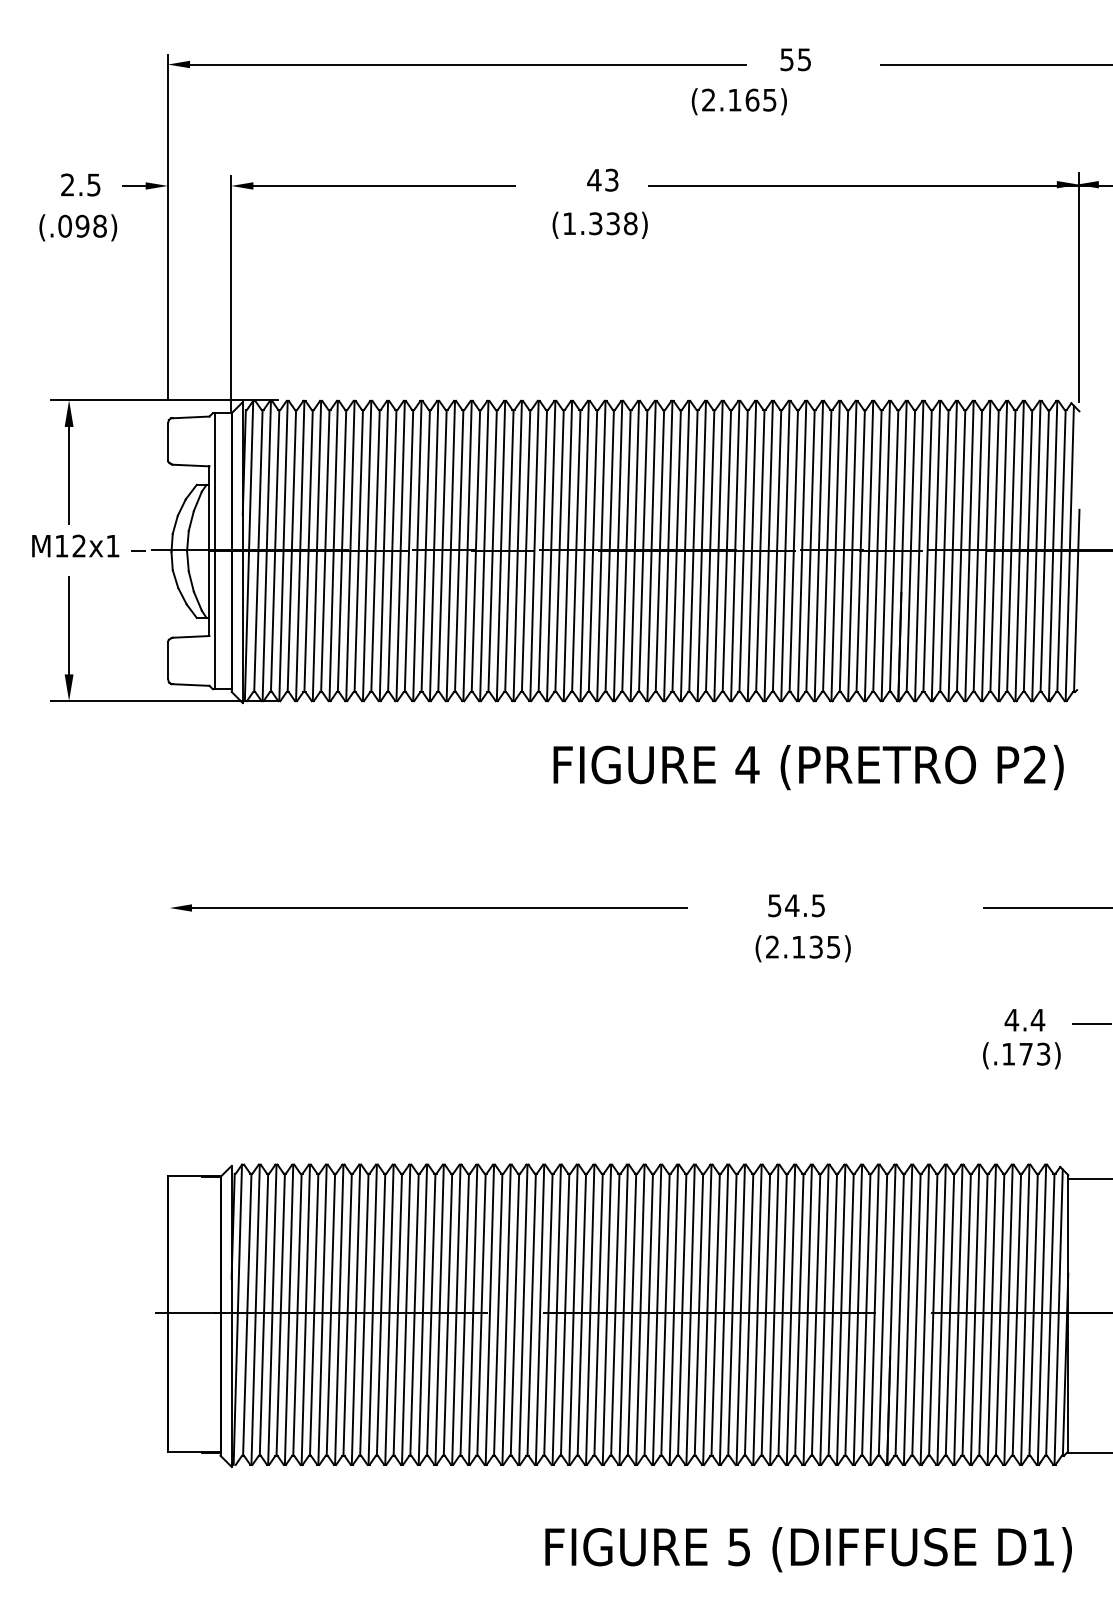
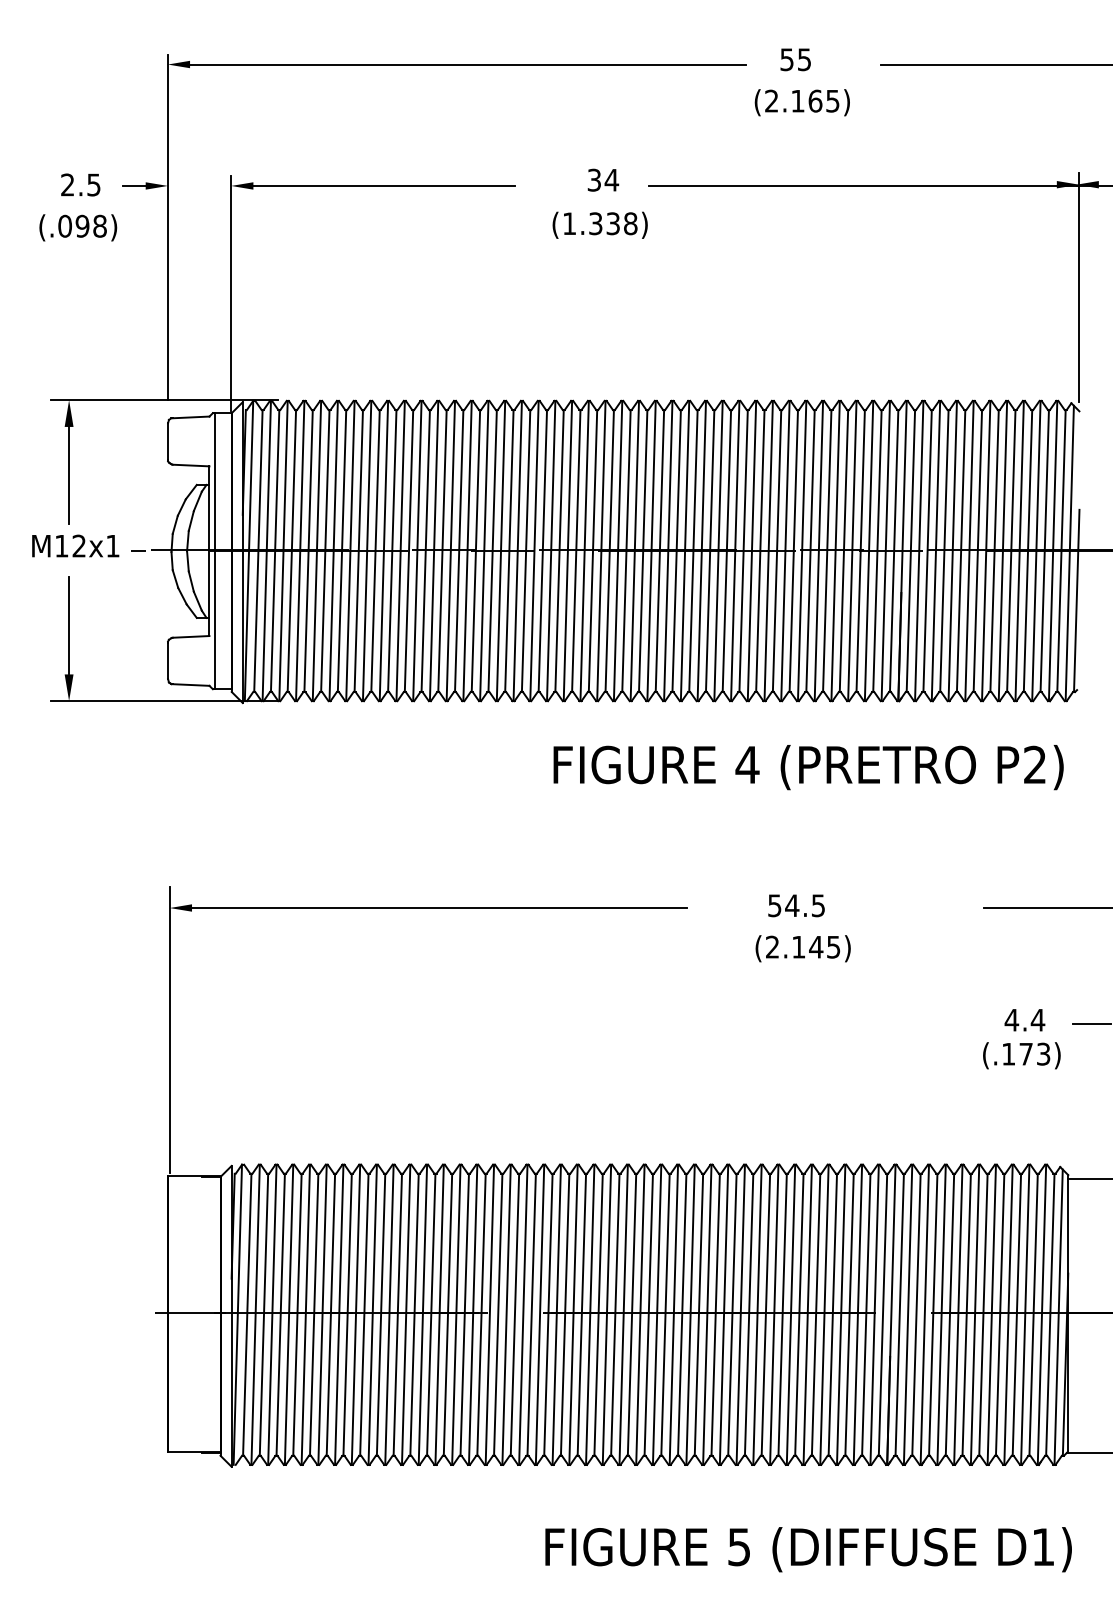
text at (738, 101) position: (738, 101) -> (801, 102)
text at (603, 179): 43 -> 34
text at (816, 946): (2.135) -> (2.145)
line at (169, 1029): none -> present
